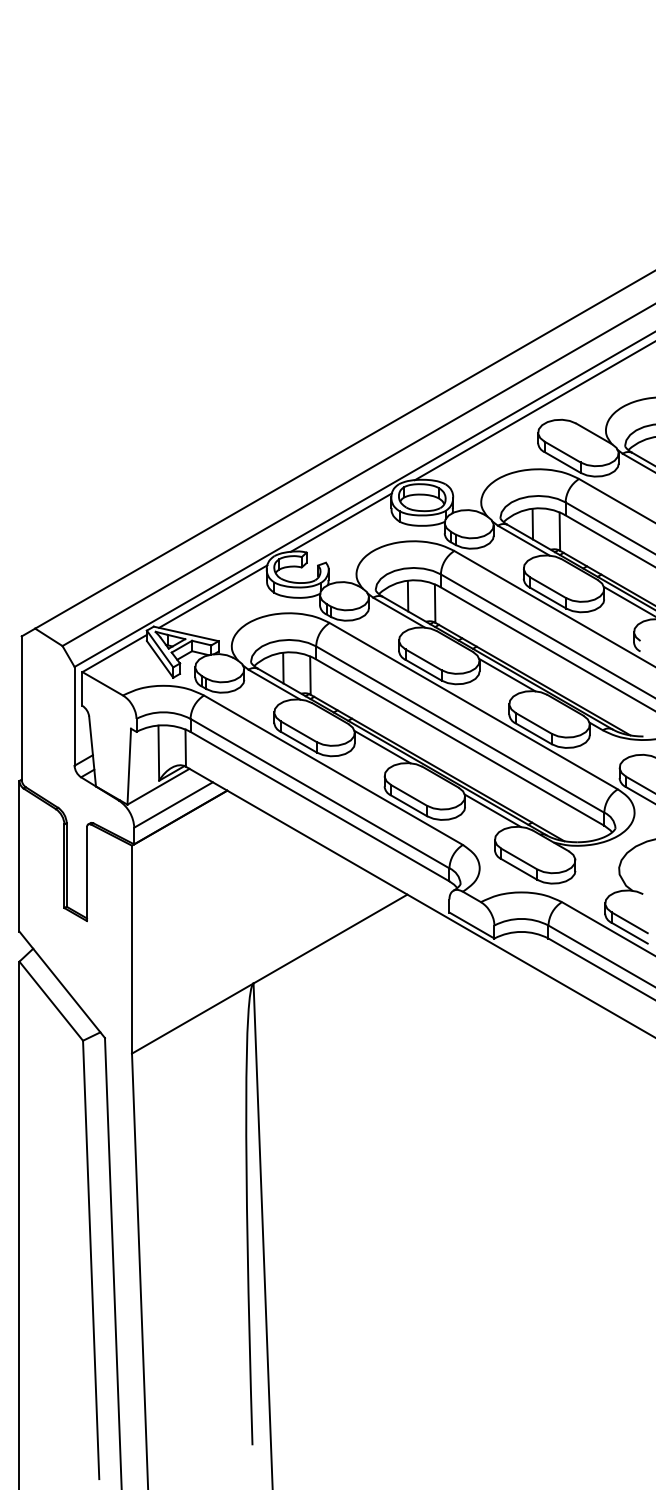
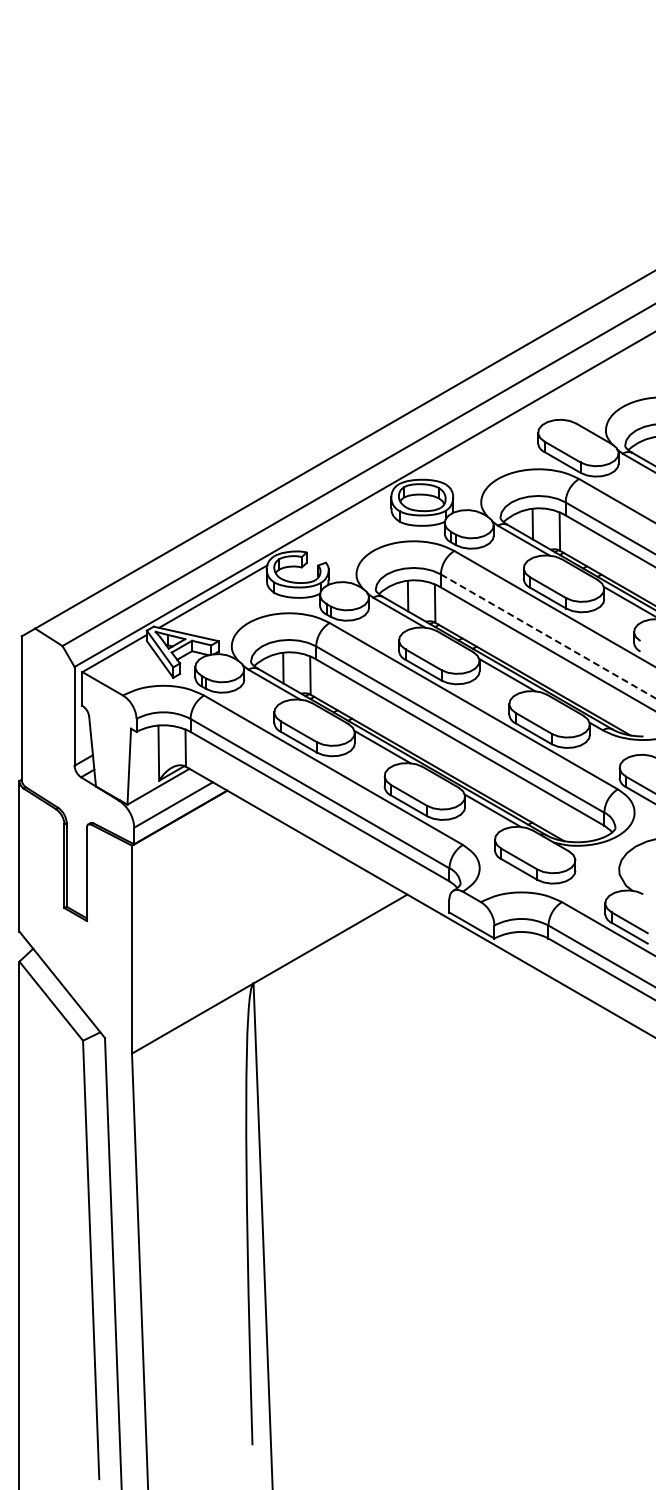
line at (533, 411): present -> none
line at (340, 522): present -> none
line at (548, 636): solid -> dashed
